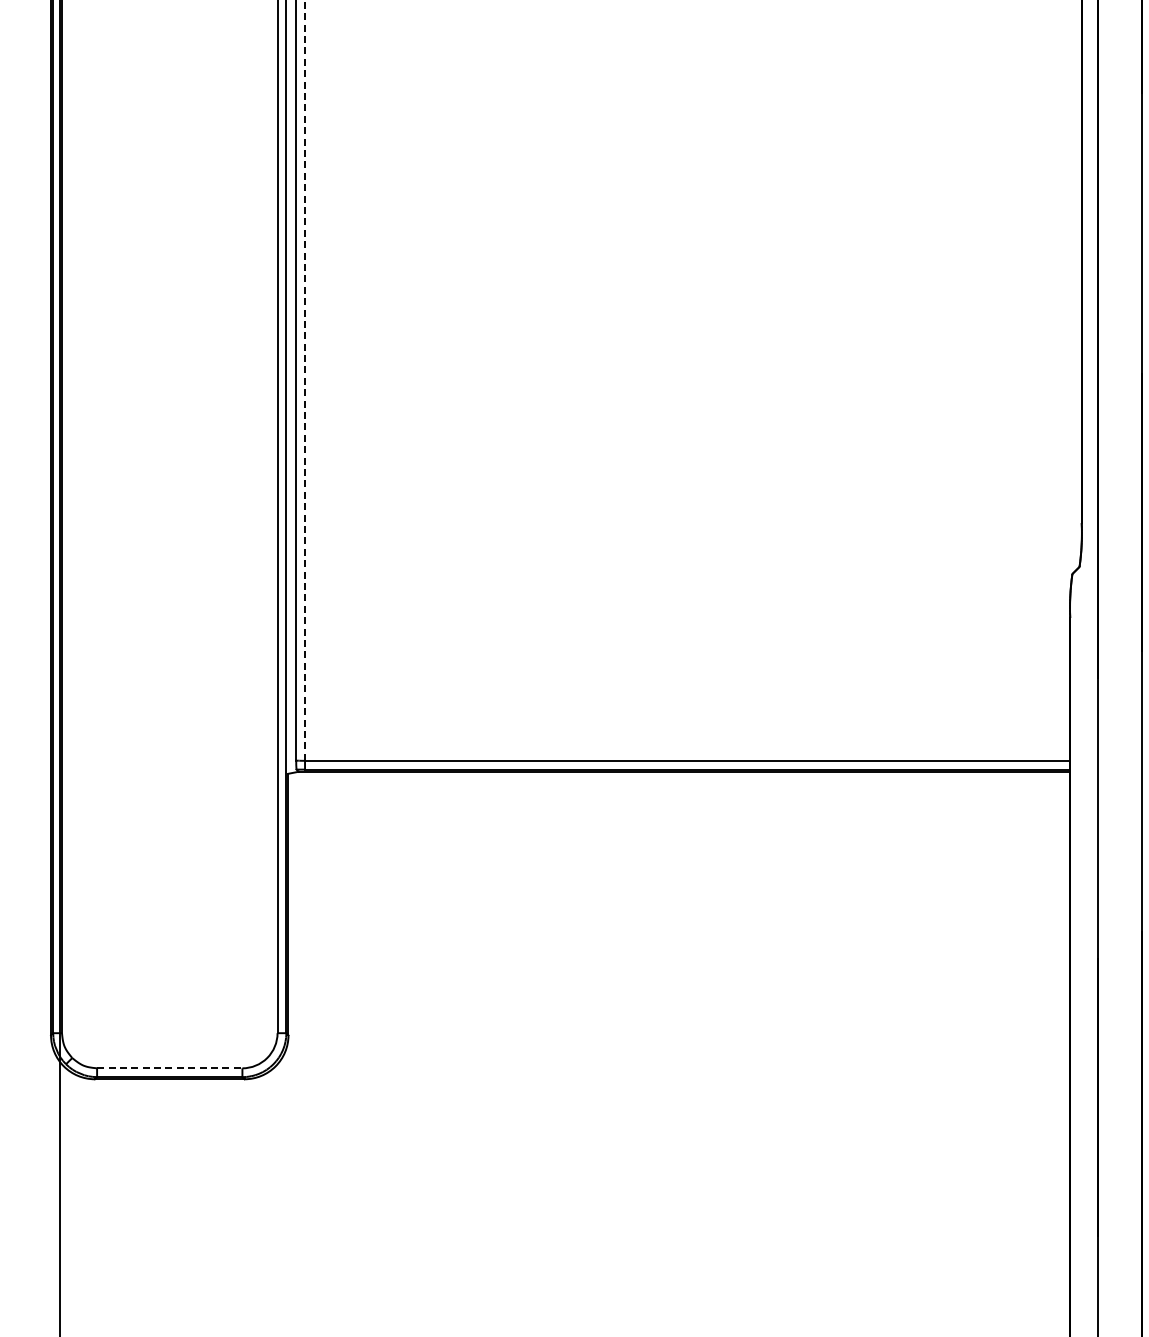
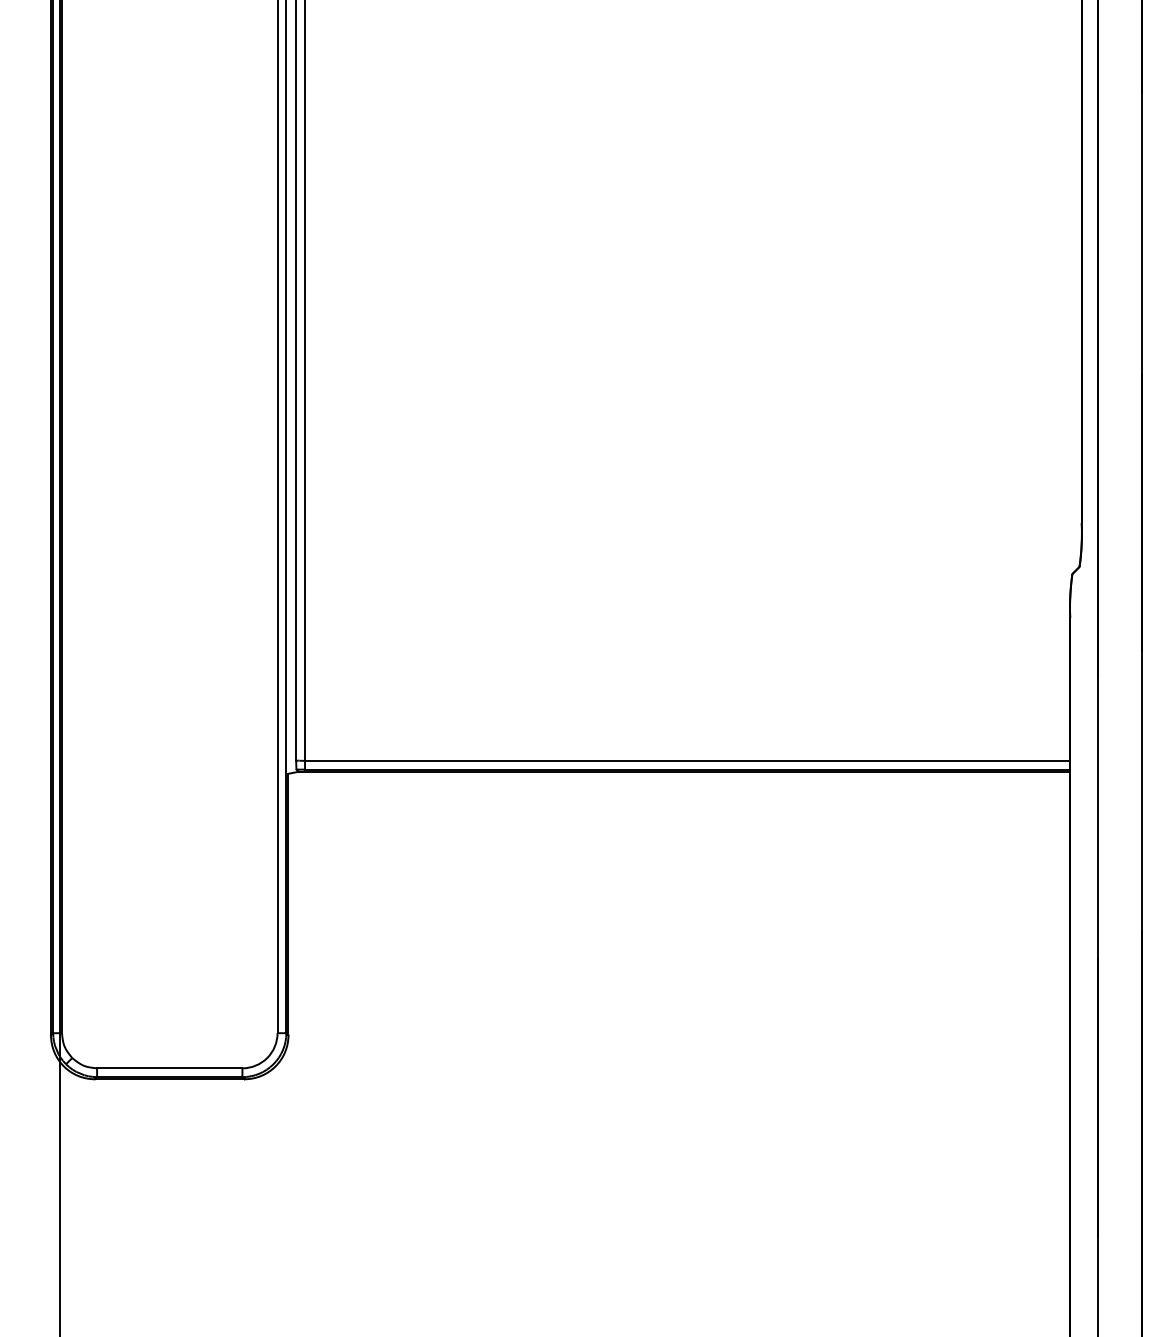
line at (305, 380): dashed -> solid
line at (169, 1068): dashed -> solid
